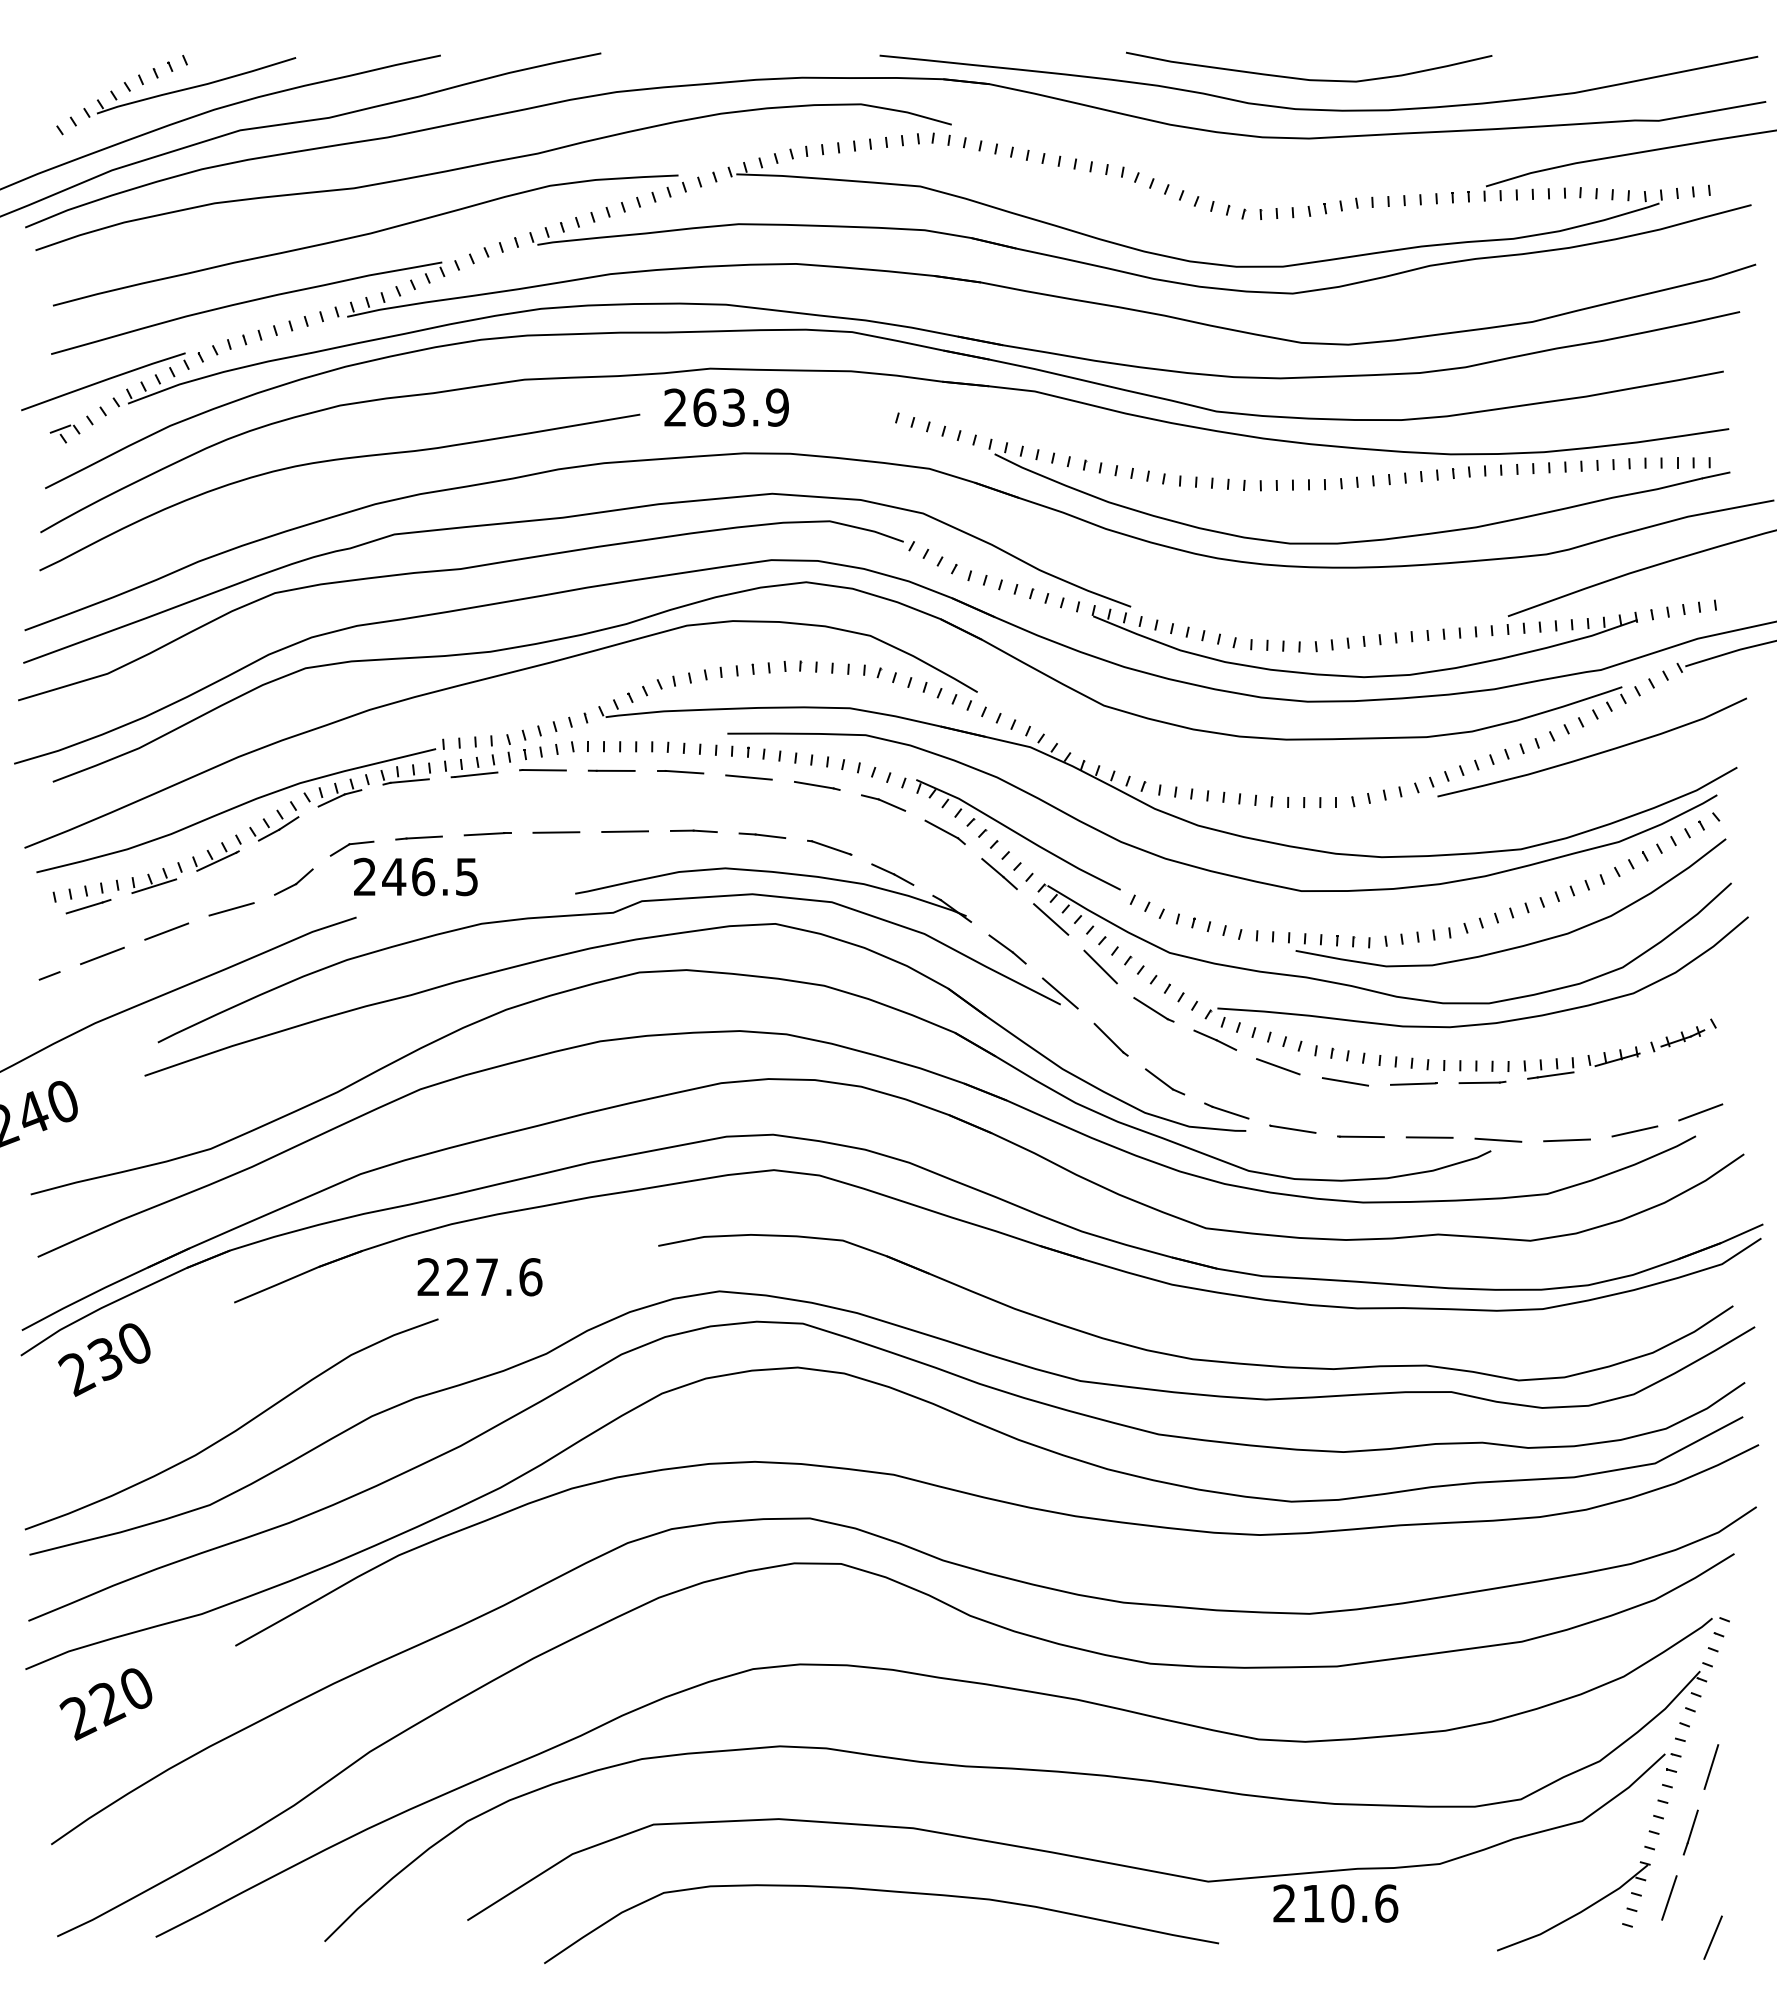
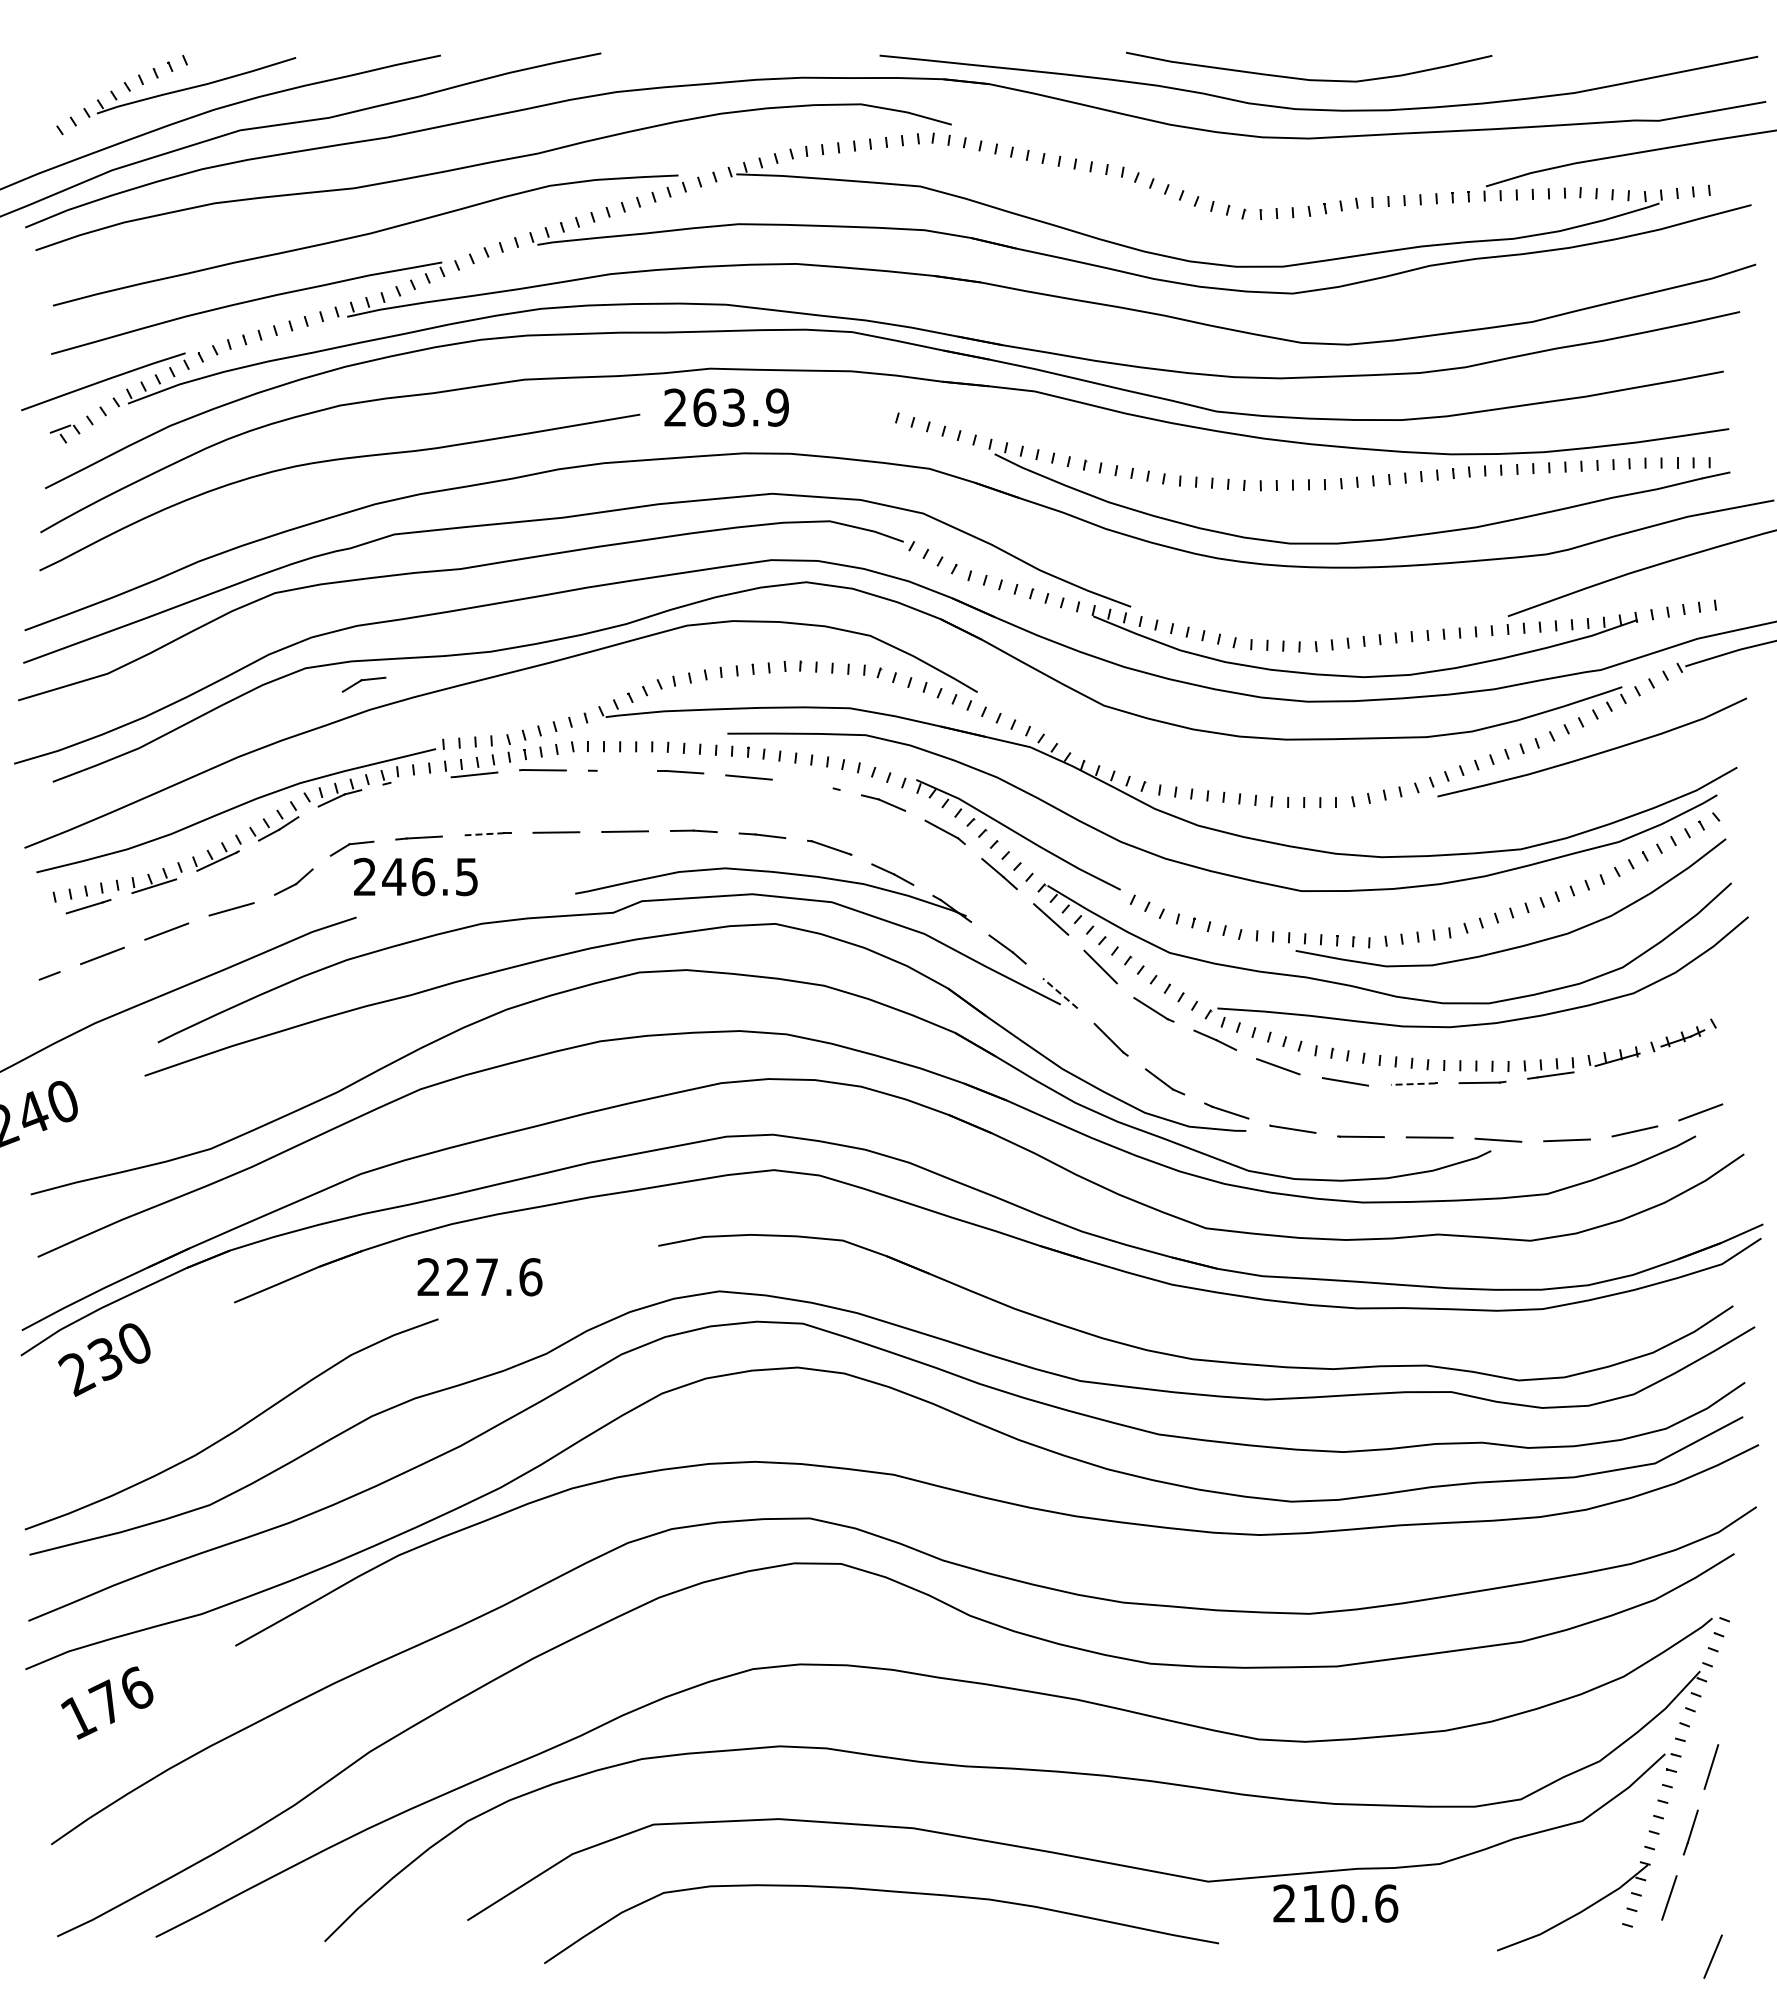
part at (363, 684): none -> present
line at (615, 770): present -> none
line at (409, 780): present -> none
line at (813, 784): present -> none
line at (484, 834): solid -> dashed
line at (1060, 993): solid -> dashed
line at (1412, 1084): solid -> dashed
text at (106, 1703): 220 -> 176
line at (1712, 1937) position: (1712, 1937) -> (1712, 1956)
